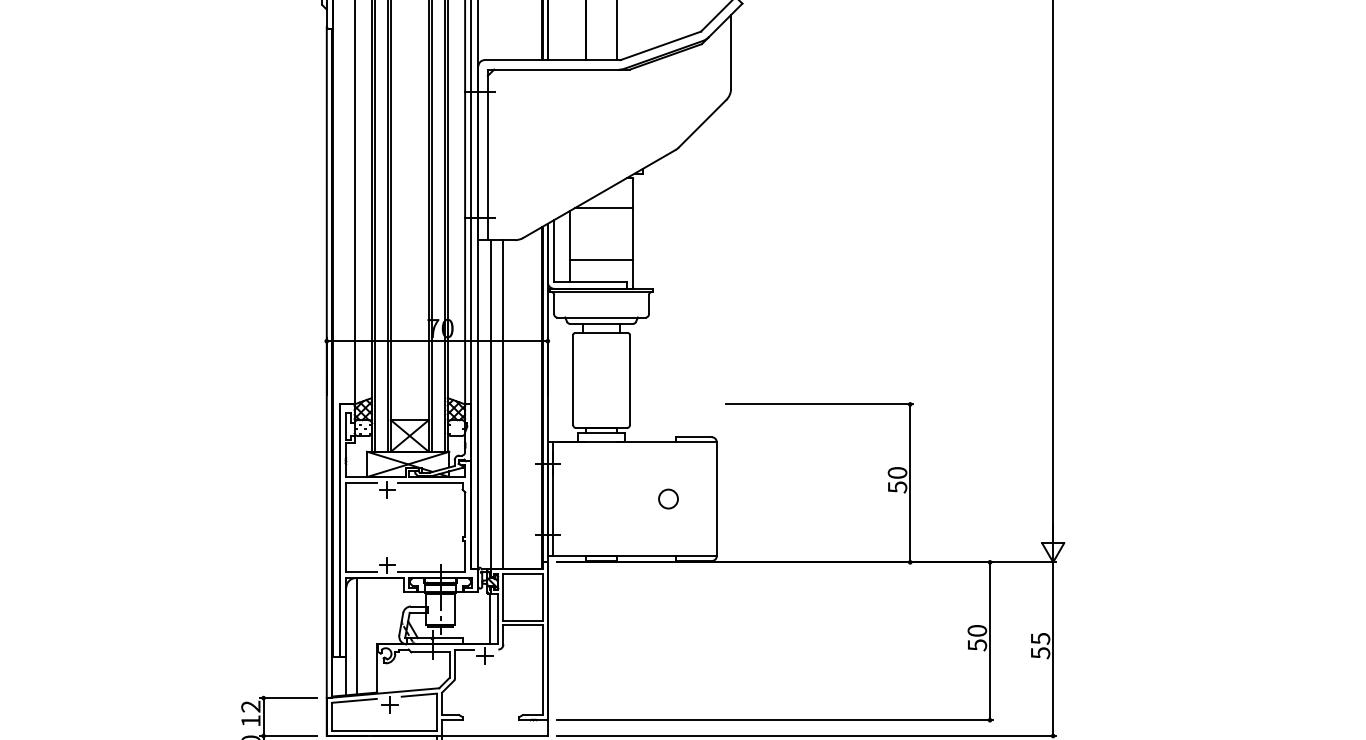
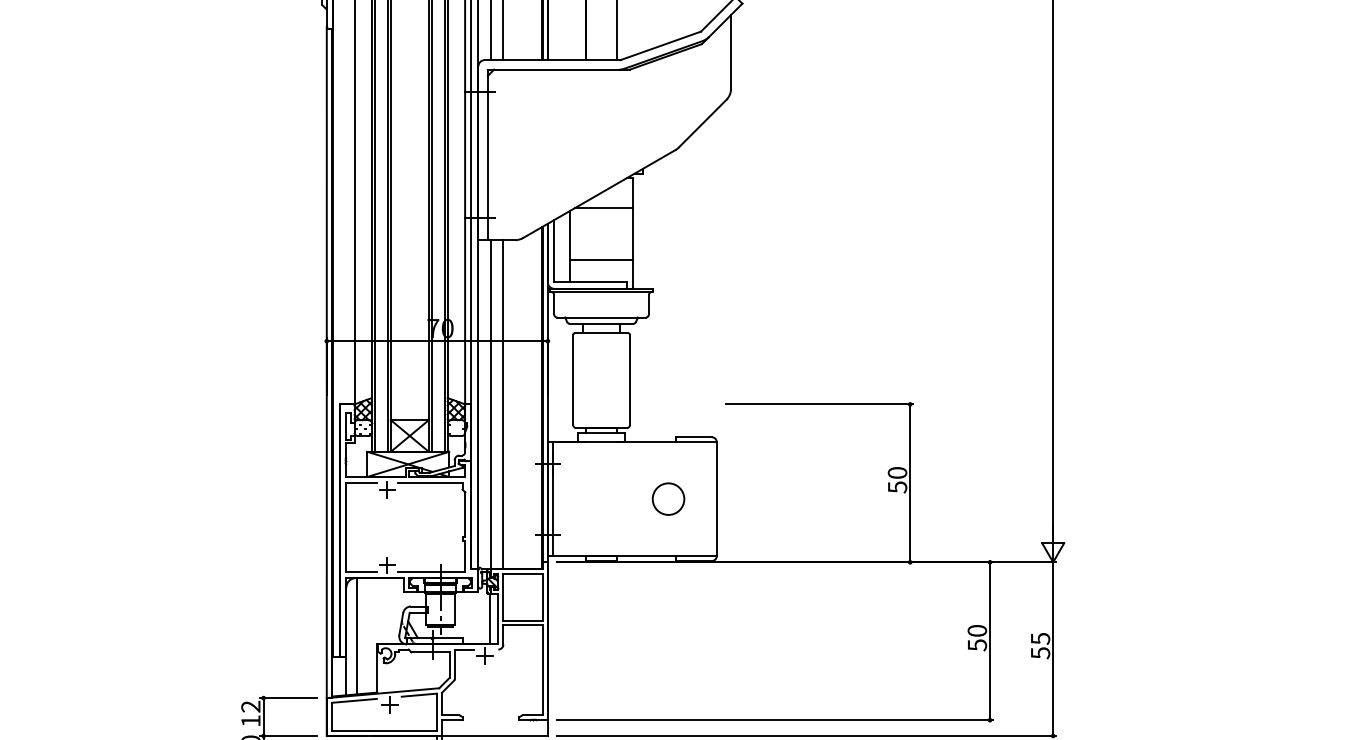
line at (491, 31): none -> present
line at (503, 31): none -> present
circle at (668, 498) size: 21x22 px -> 35x34 px
